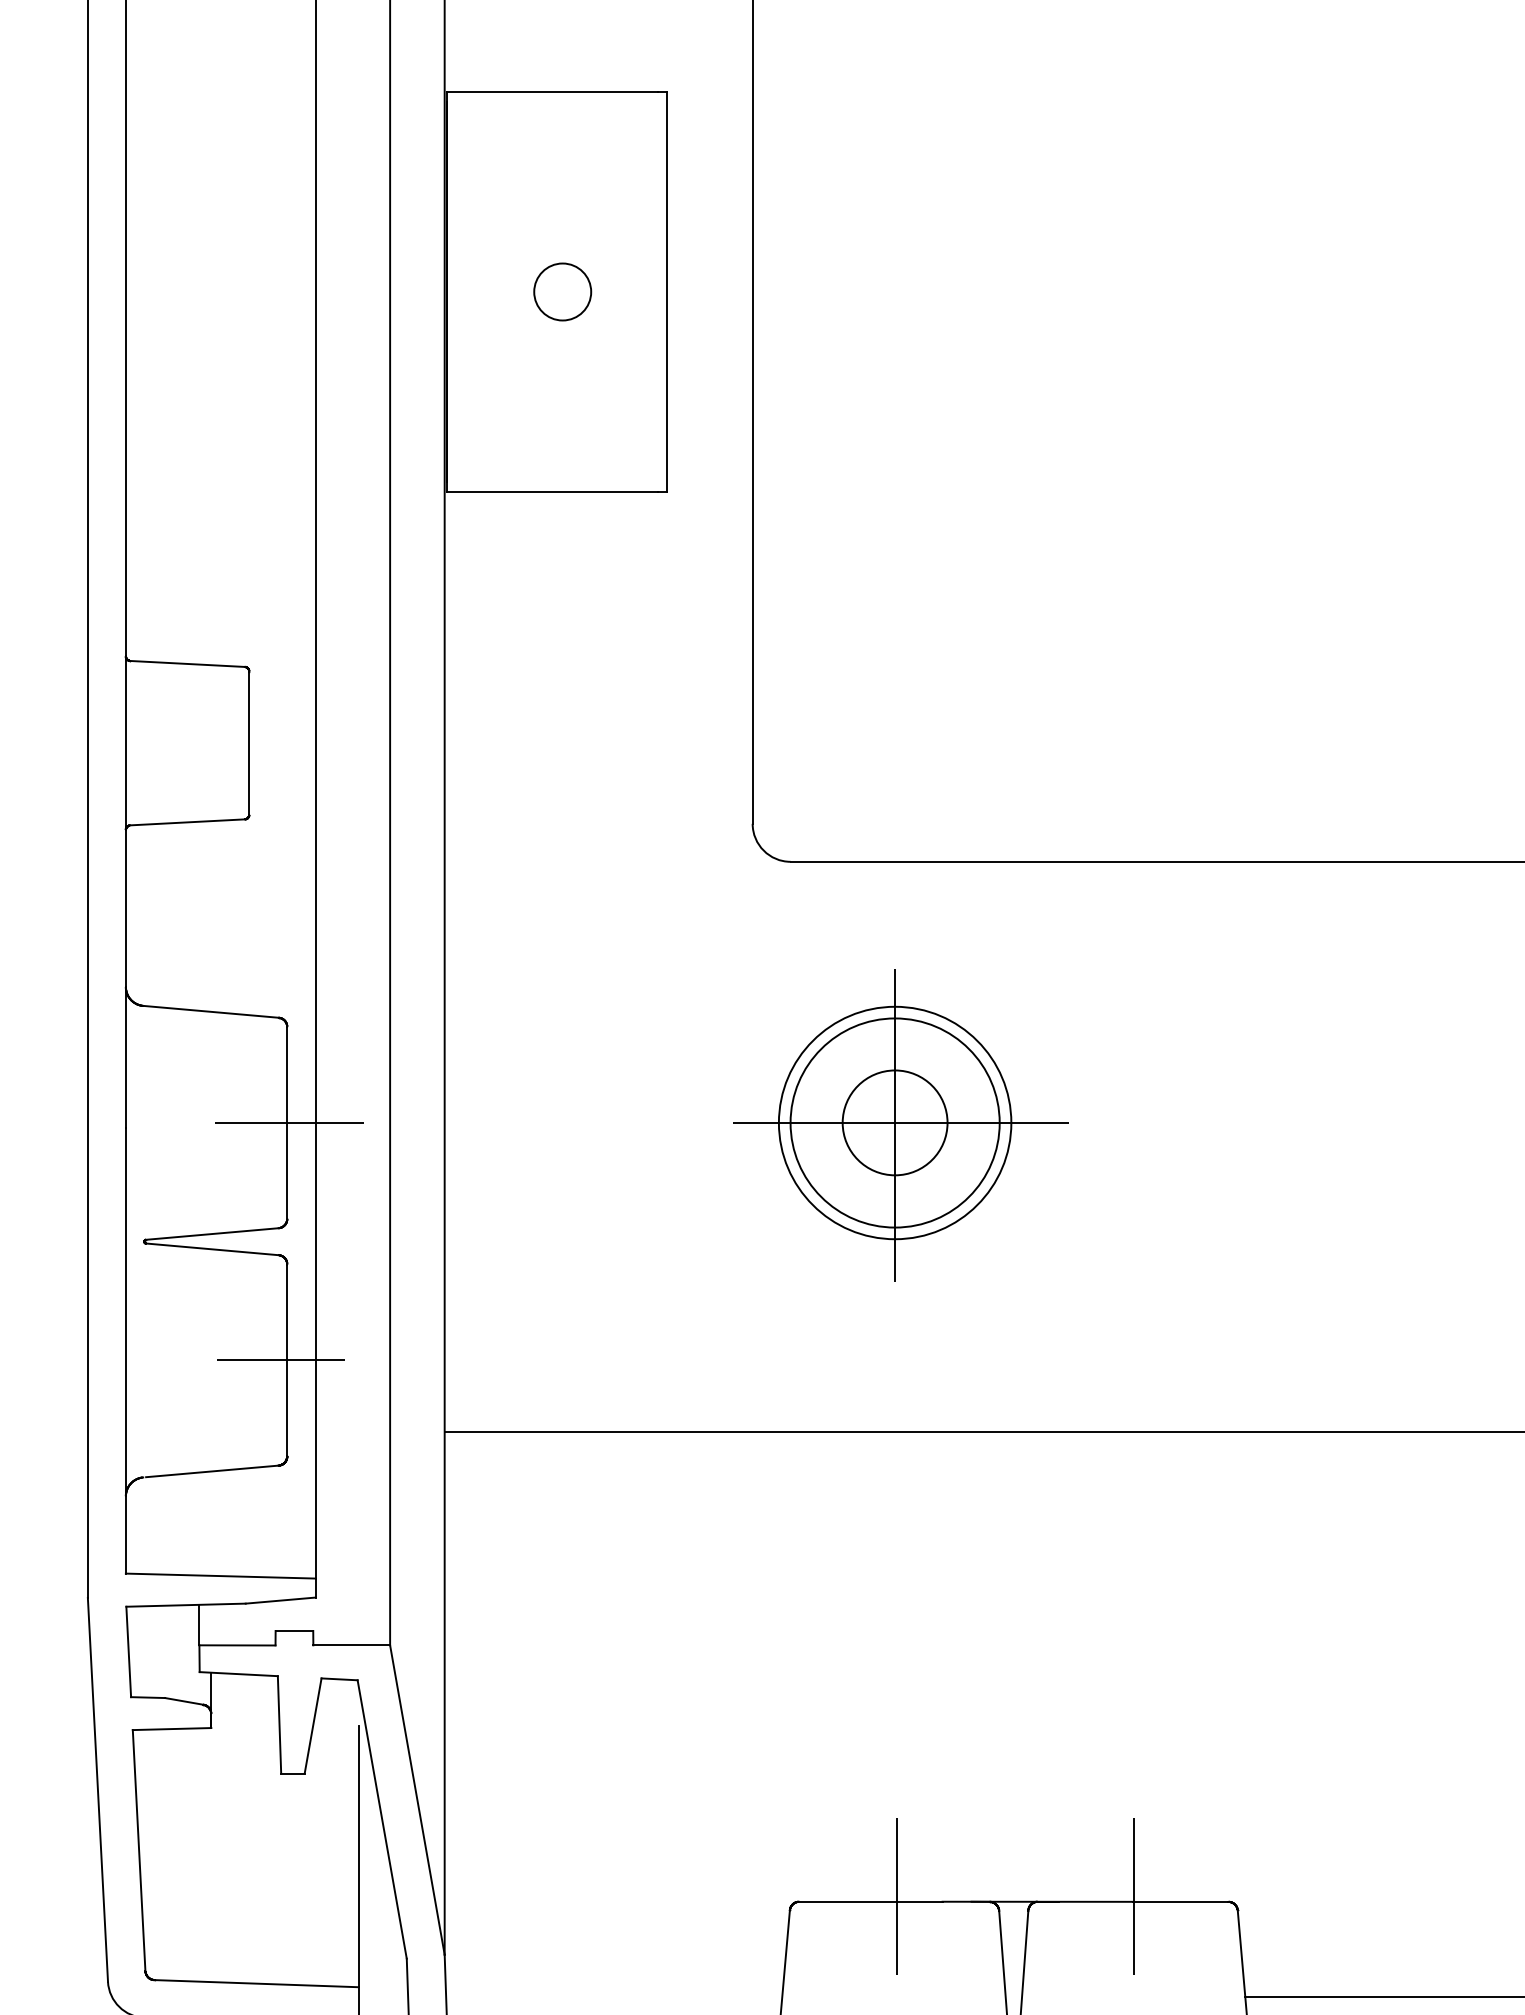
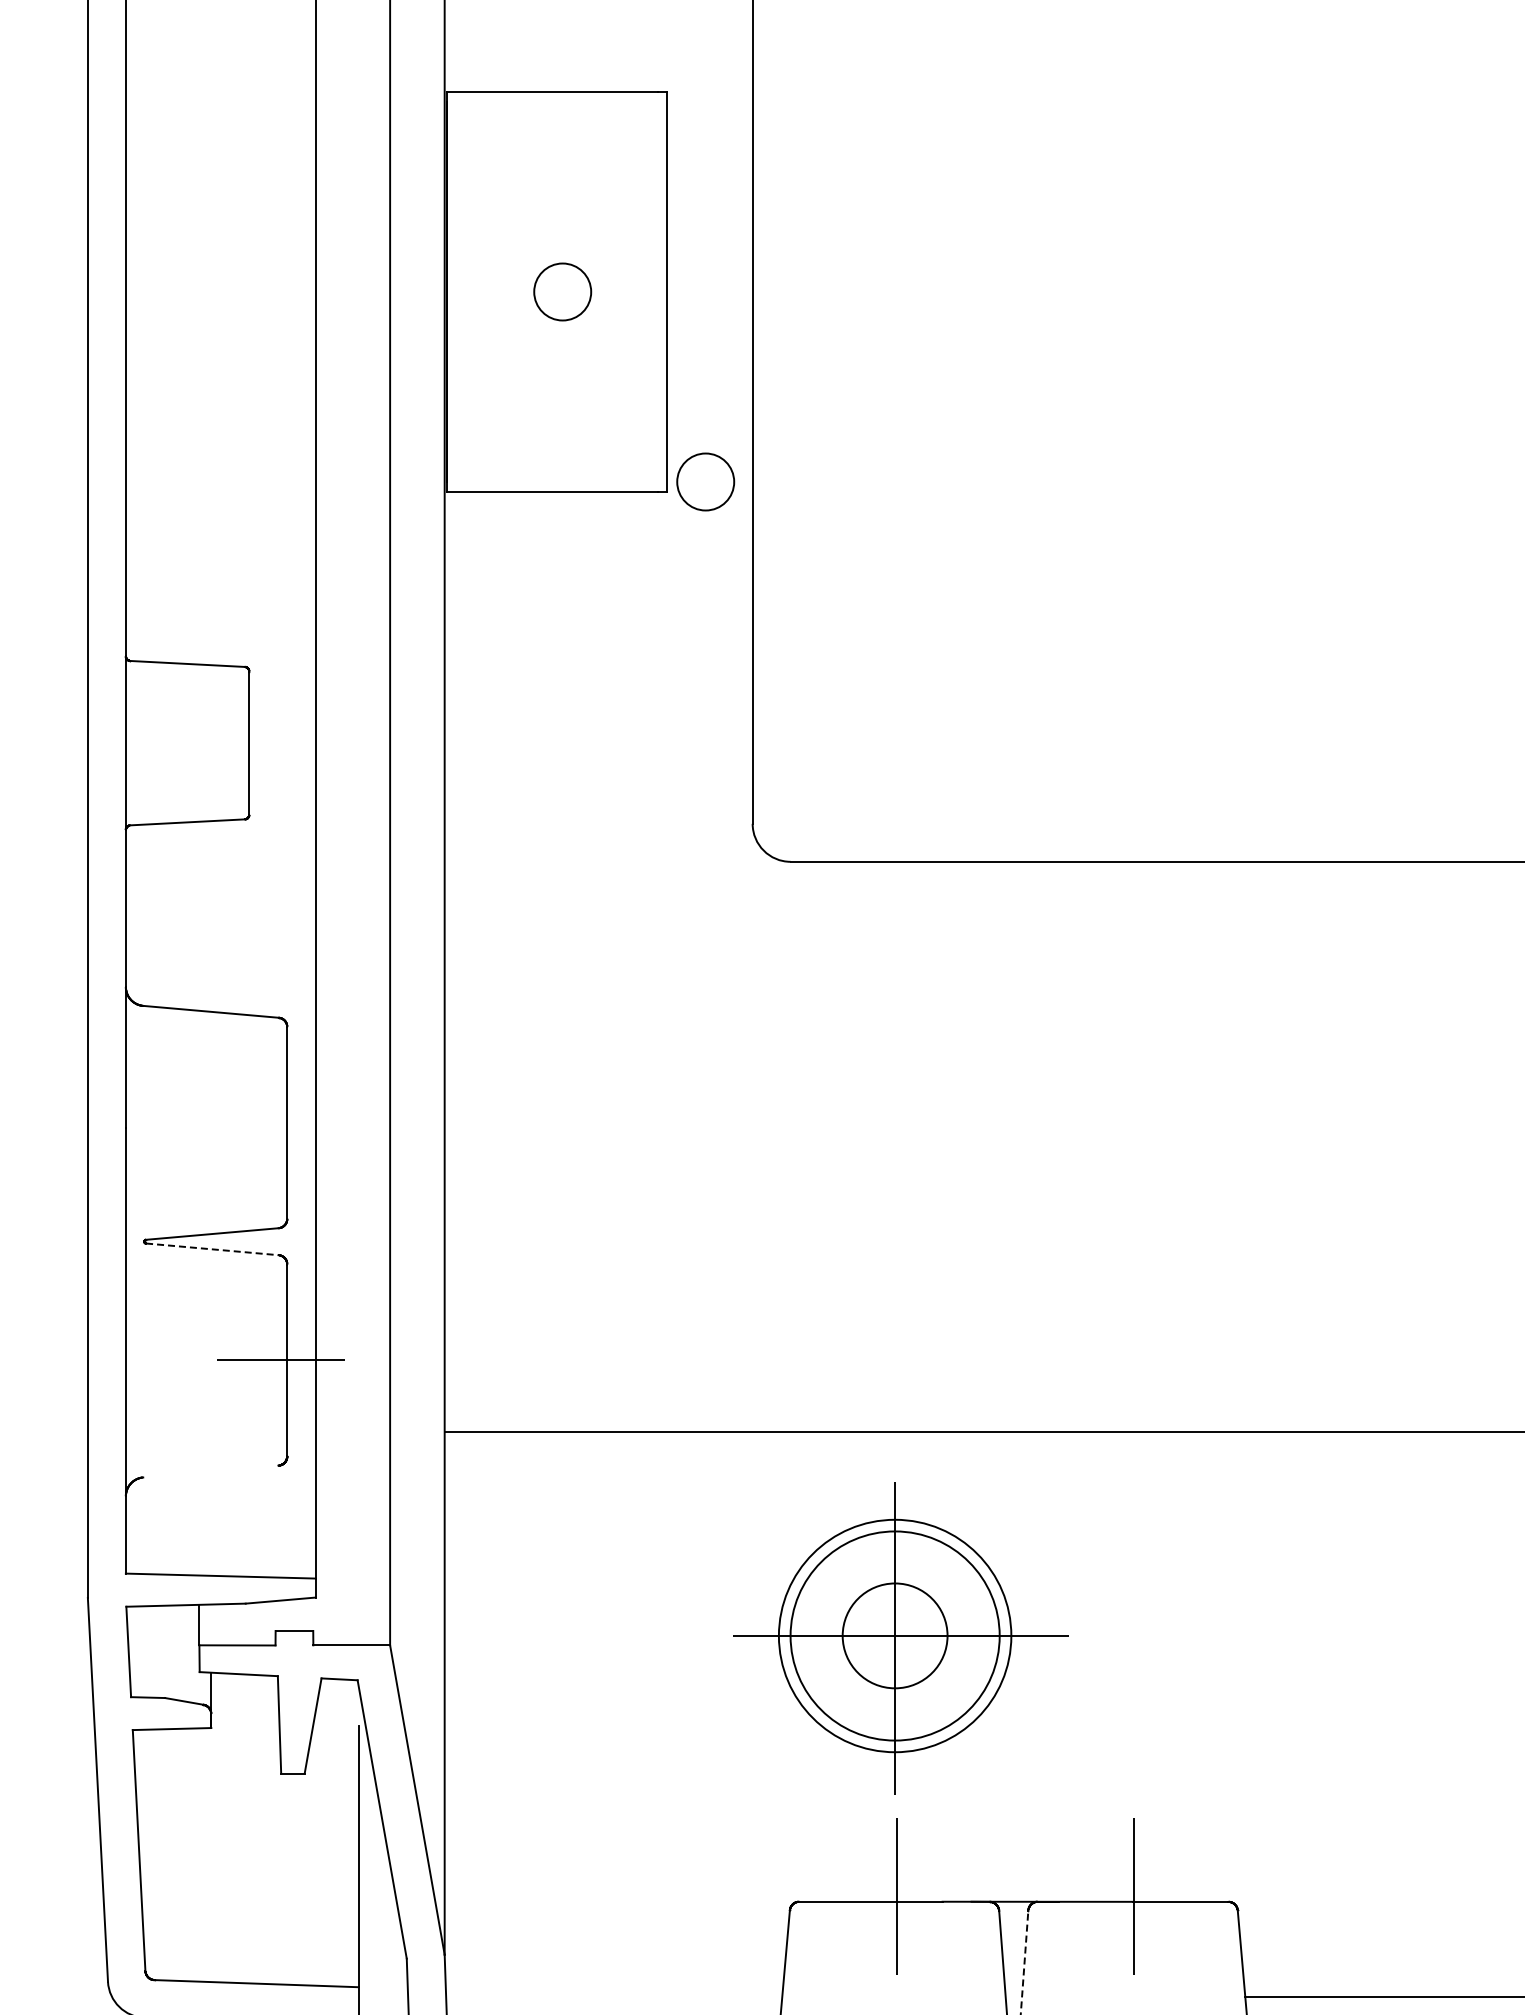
circle at (705, 481): none -> present
line at (289, 1123): present -> none
part at (900, 1125) position: (900, 1125) -> (900, 1638)
line at (212, 1249): solid -> dashed
line at (212, 1471): present -> none
line at (1024, 1962): solid -> dashed
